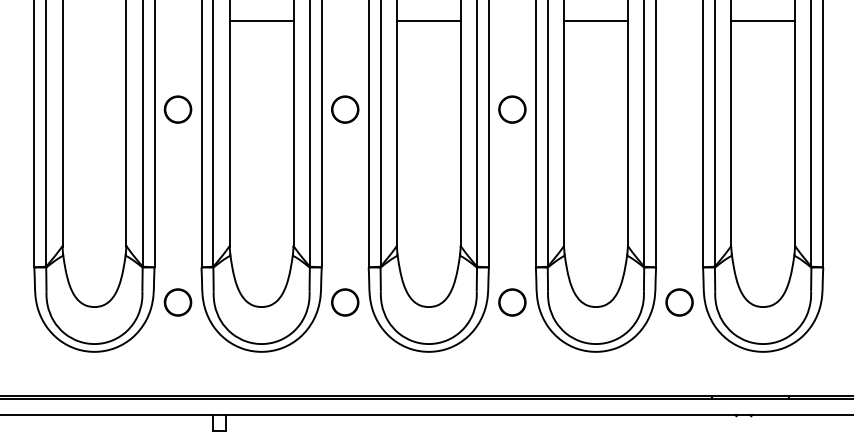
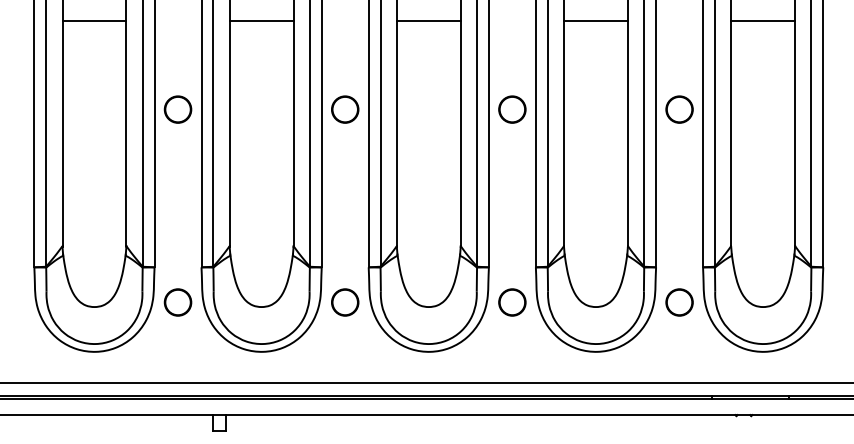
line at (94, 21): none -> present
circle at (679, 109): none -> present
line at (426, 382): none -> present
